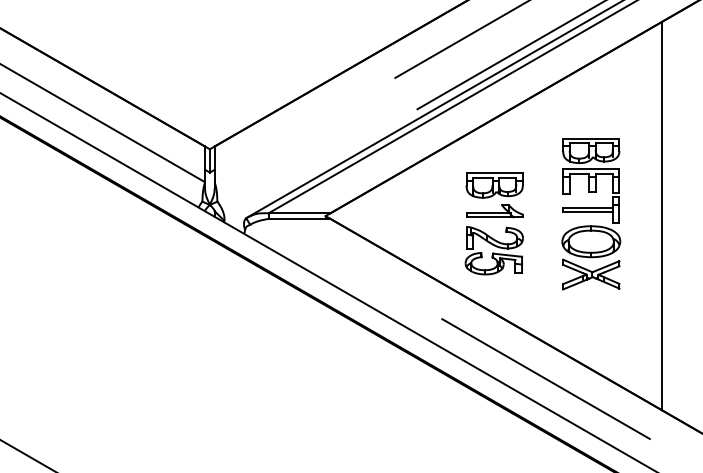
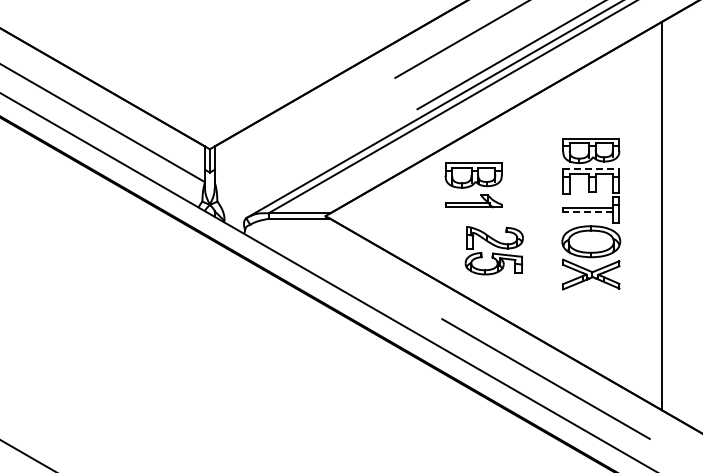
line at (591, 169): solid -> dashed
part at (494, 195) position: (494, 195) -> (473, 185)
line at (587, 212): solid -> dashed
